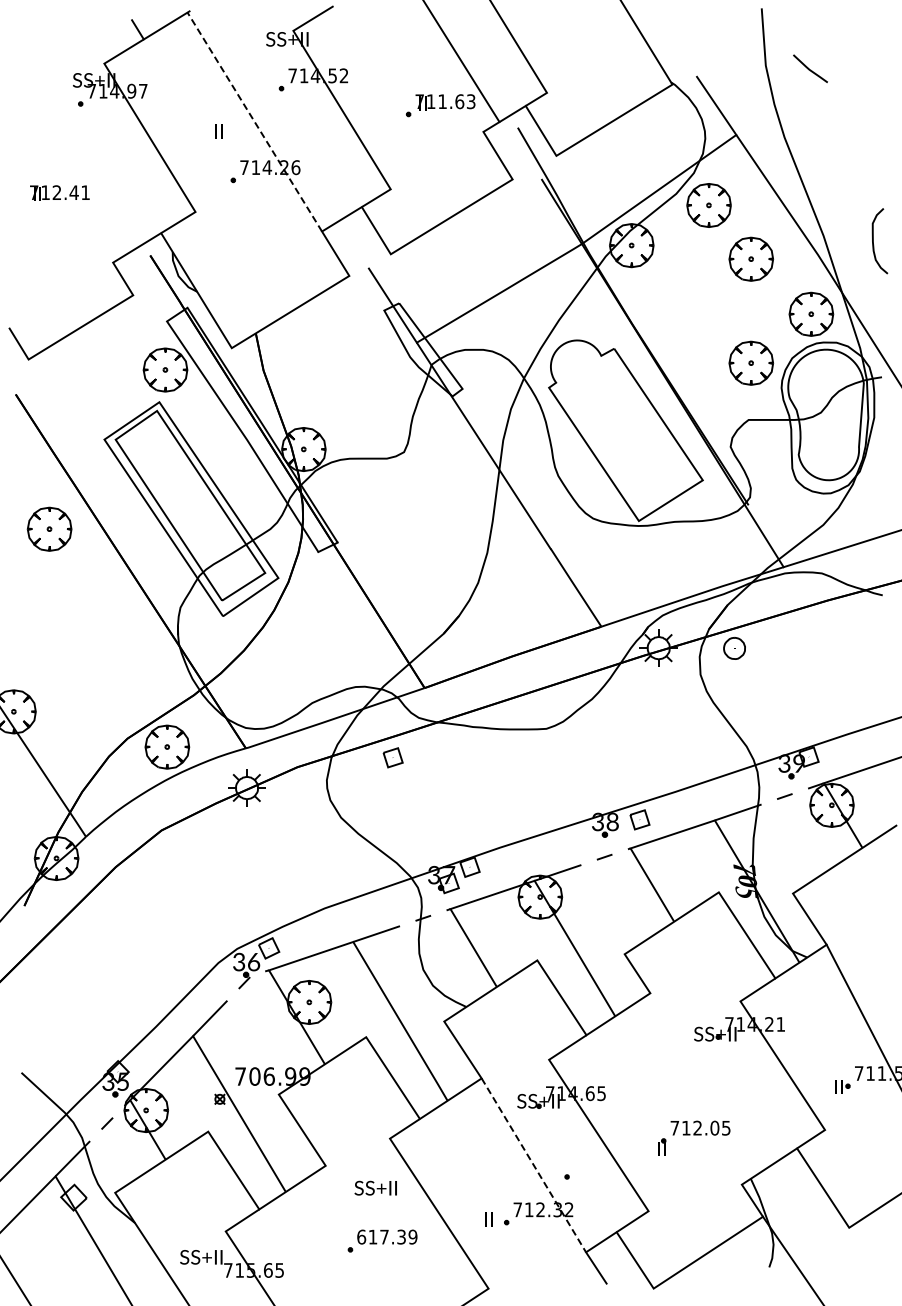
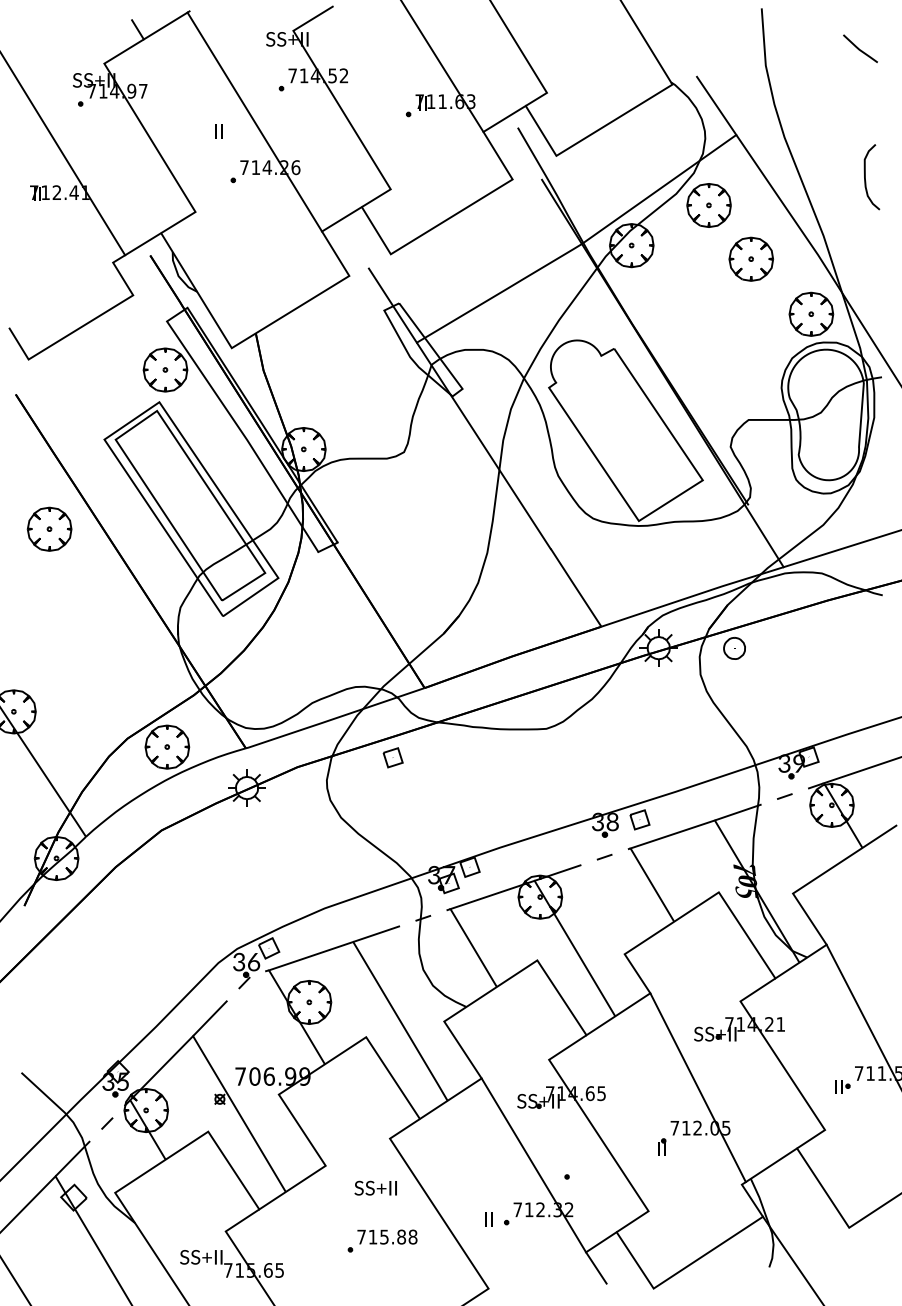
line at (461, 61) position: (461, 61) -> (442, 66)
line at (809, 68) position: (809, 68) -> (859, 48)
line at (254, 121): dashed -> solid
line at (63, 154): none -> present
curve at (873, 241) position: (873, 241) -> (865, 177)
part at (751, 362): present -> none
line at (697, 1087): none -> present
line at (534, 1165): dashed -> solid
text at (387, 1236): 617.39 -> 715.88
